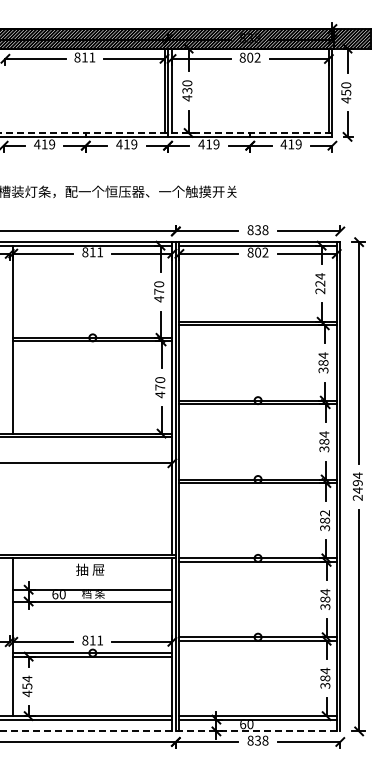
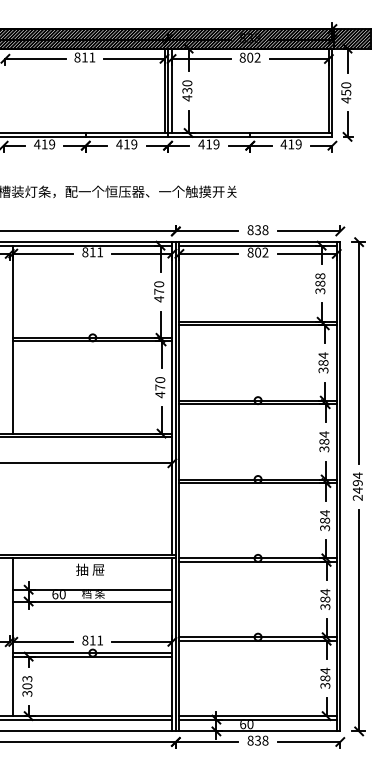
line at (166, 132): dashed -> solid
text at (320, 283): 224 -> 388
text at (324, 513): 382 -> 384
text at (27, 686): 454 -> 303
line at (170, 731): dashed -> solid
